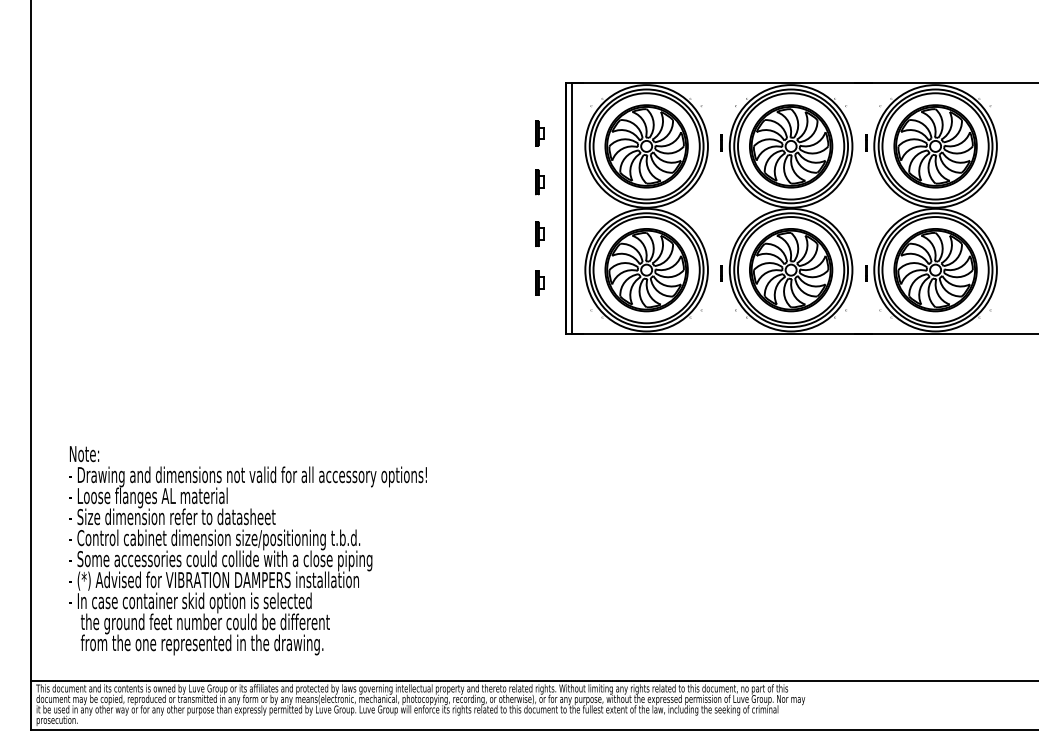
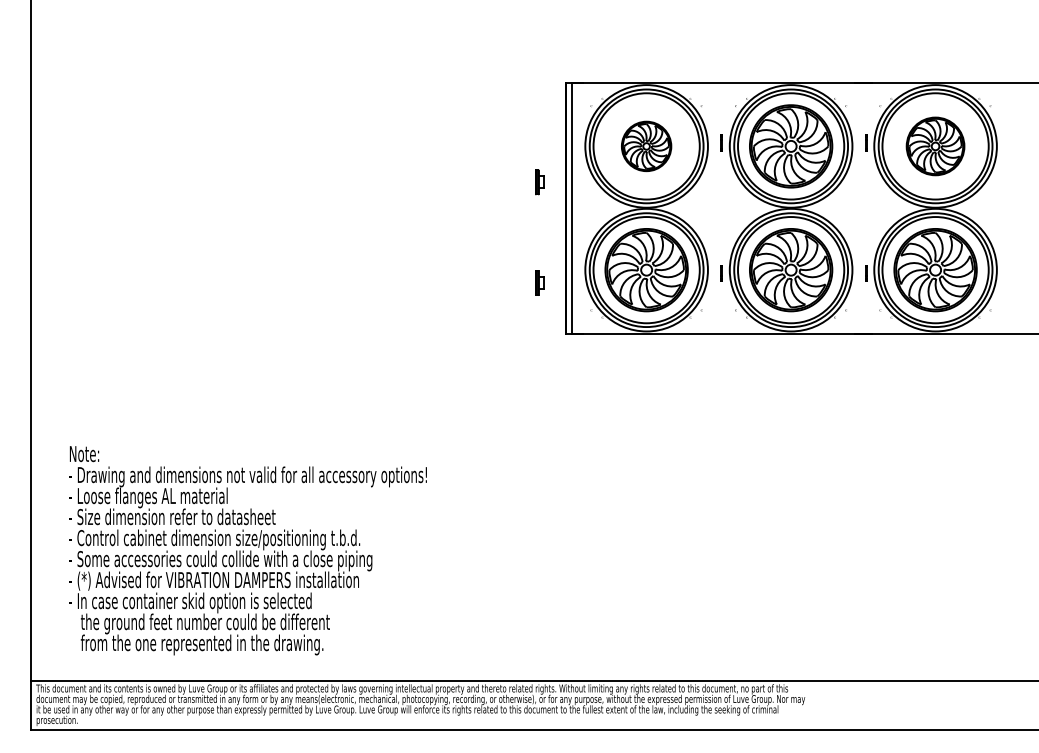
part at (539, 133): present -> none
part at (646, 146) size: 85x85 px -> 52x53 px
part at (935, 146) size: 85x85 px -> 61x61 px
part at (539, 233): present -> none
